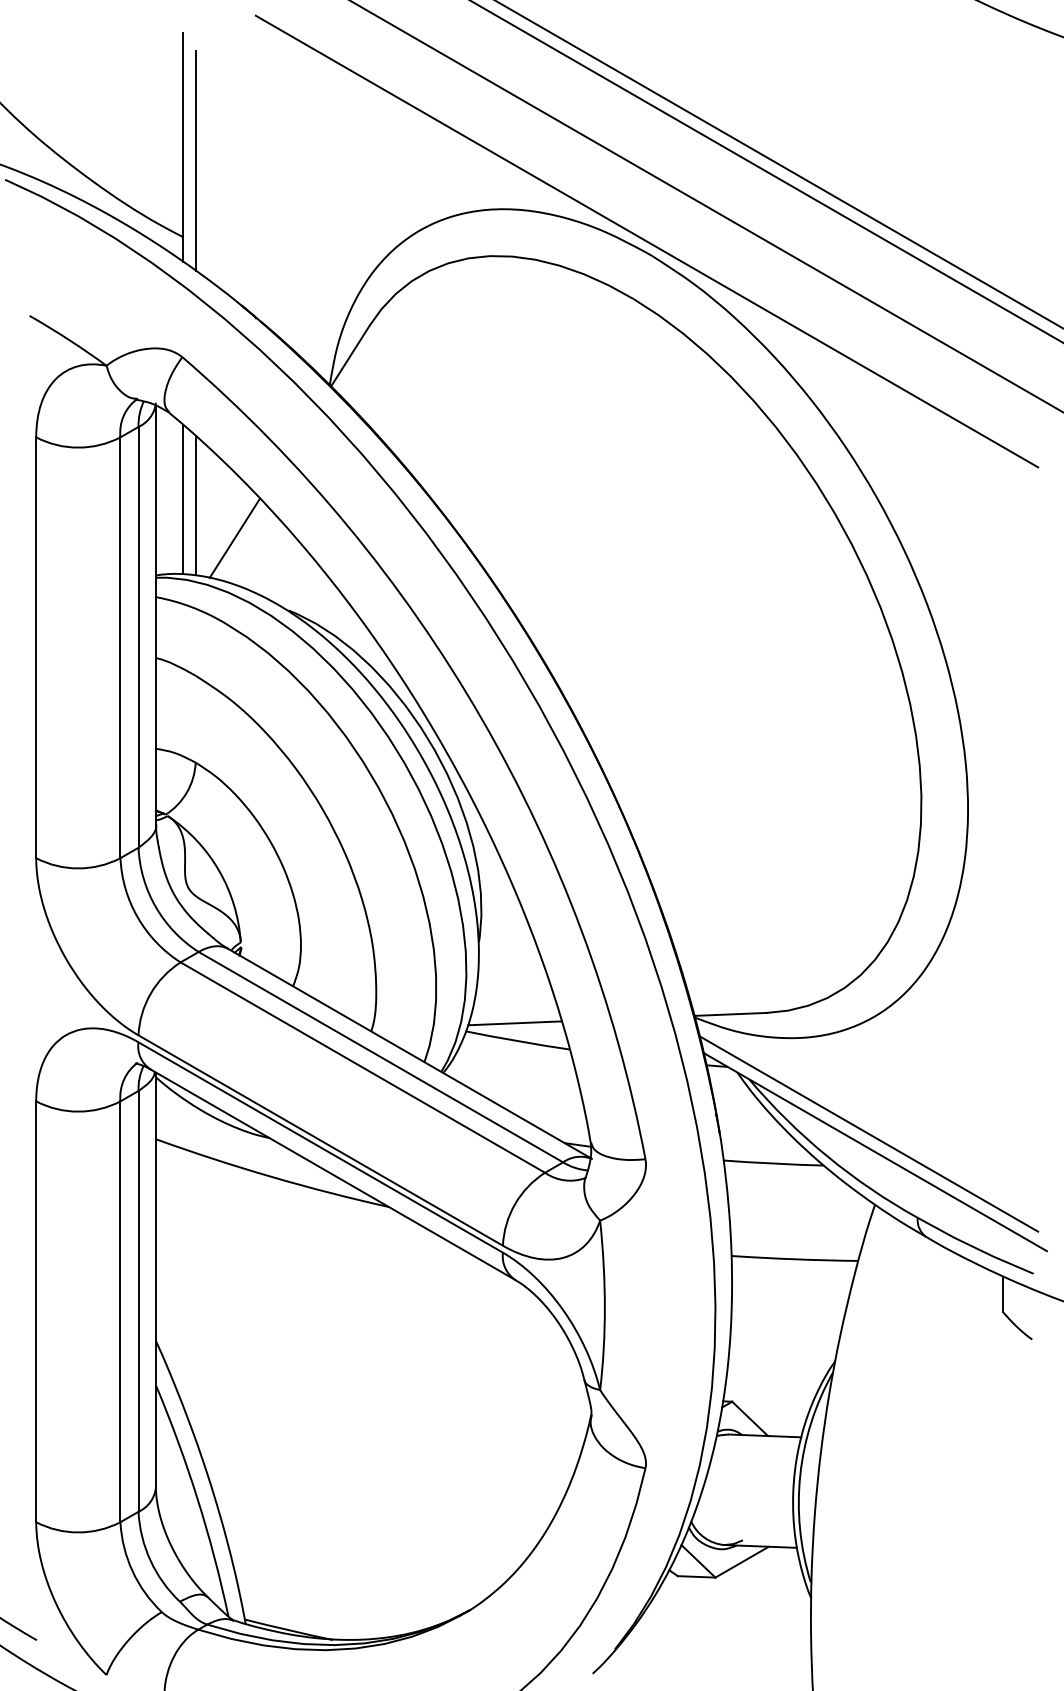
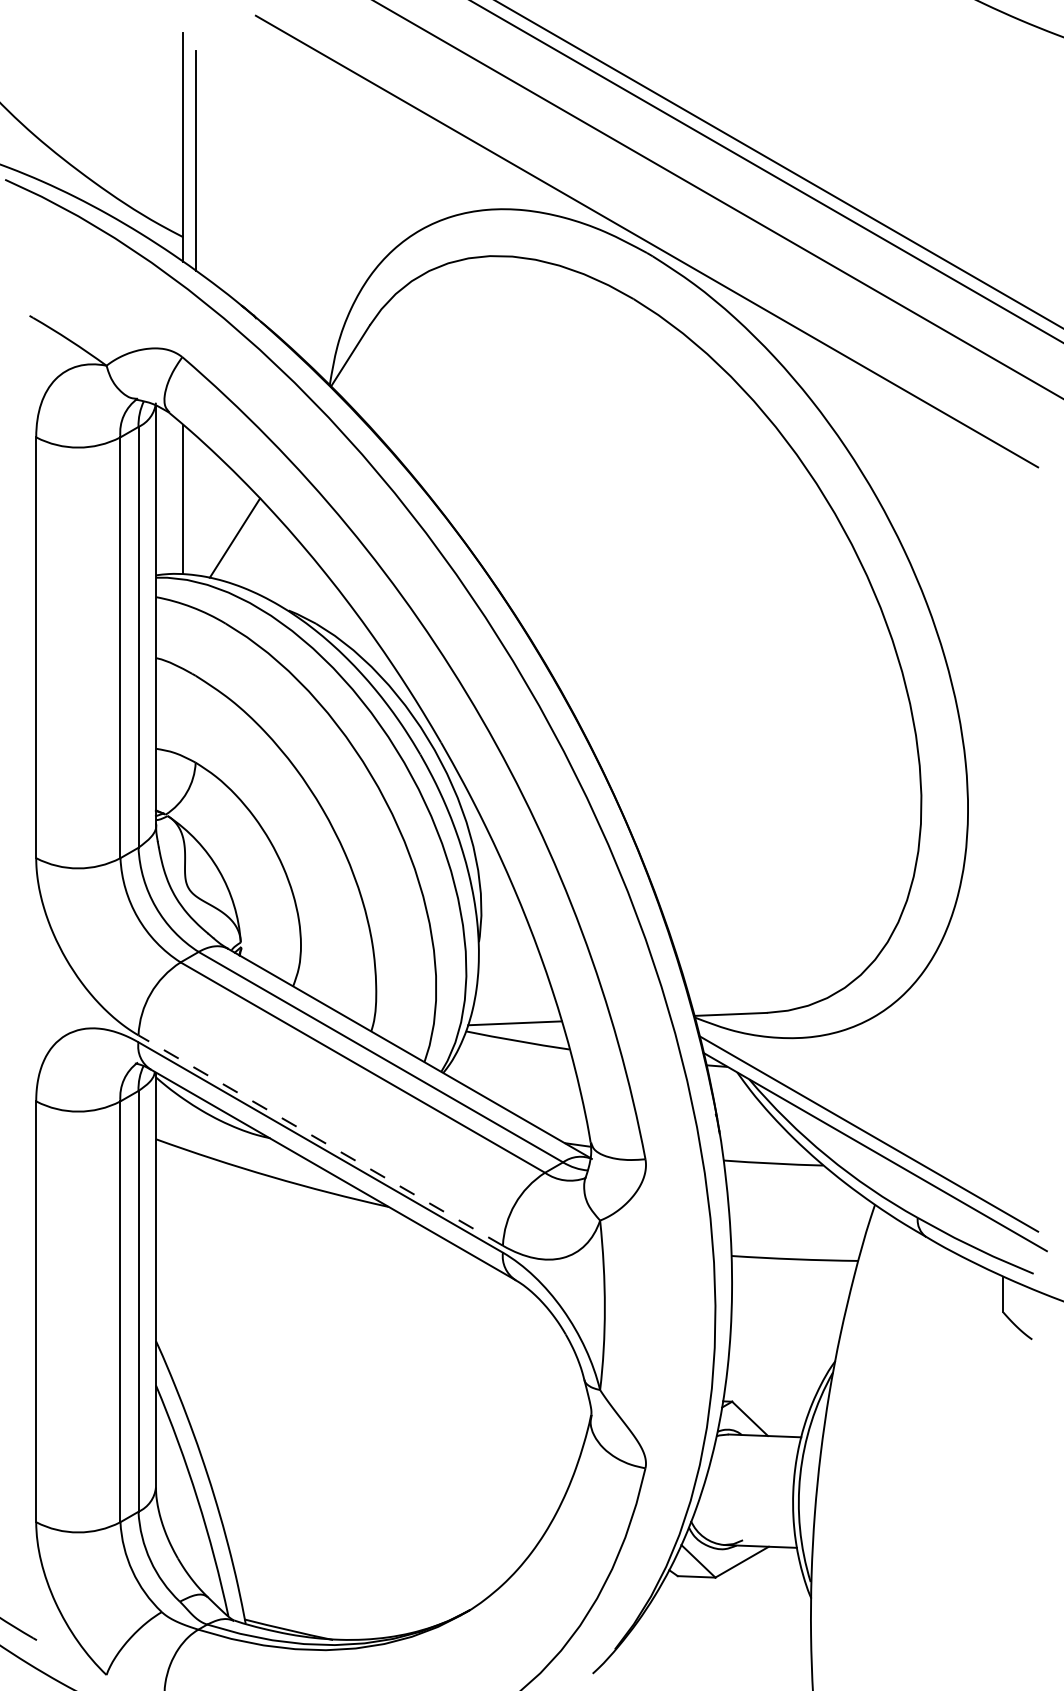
line at (706, 206) position: (706, 206) -> (717, 199)
line at (195, 505): present -> none
line at (320, 1140): solid -> dashed
